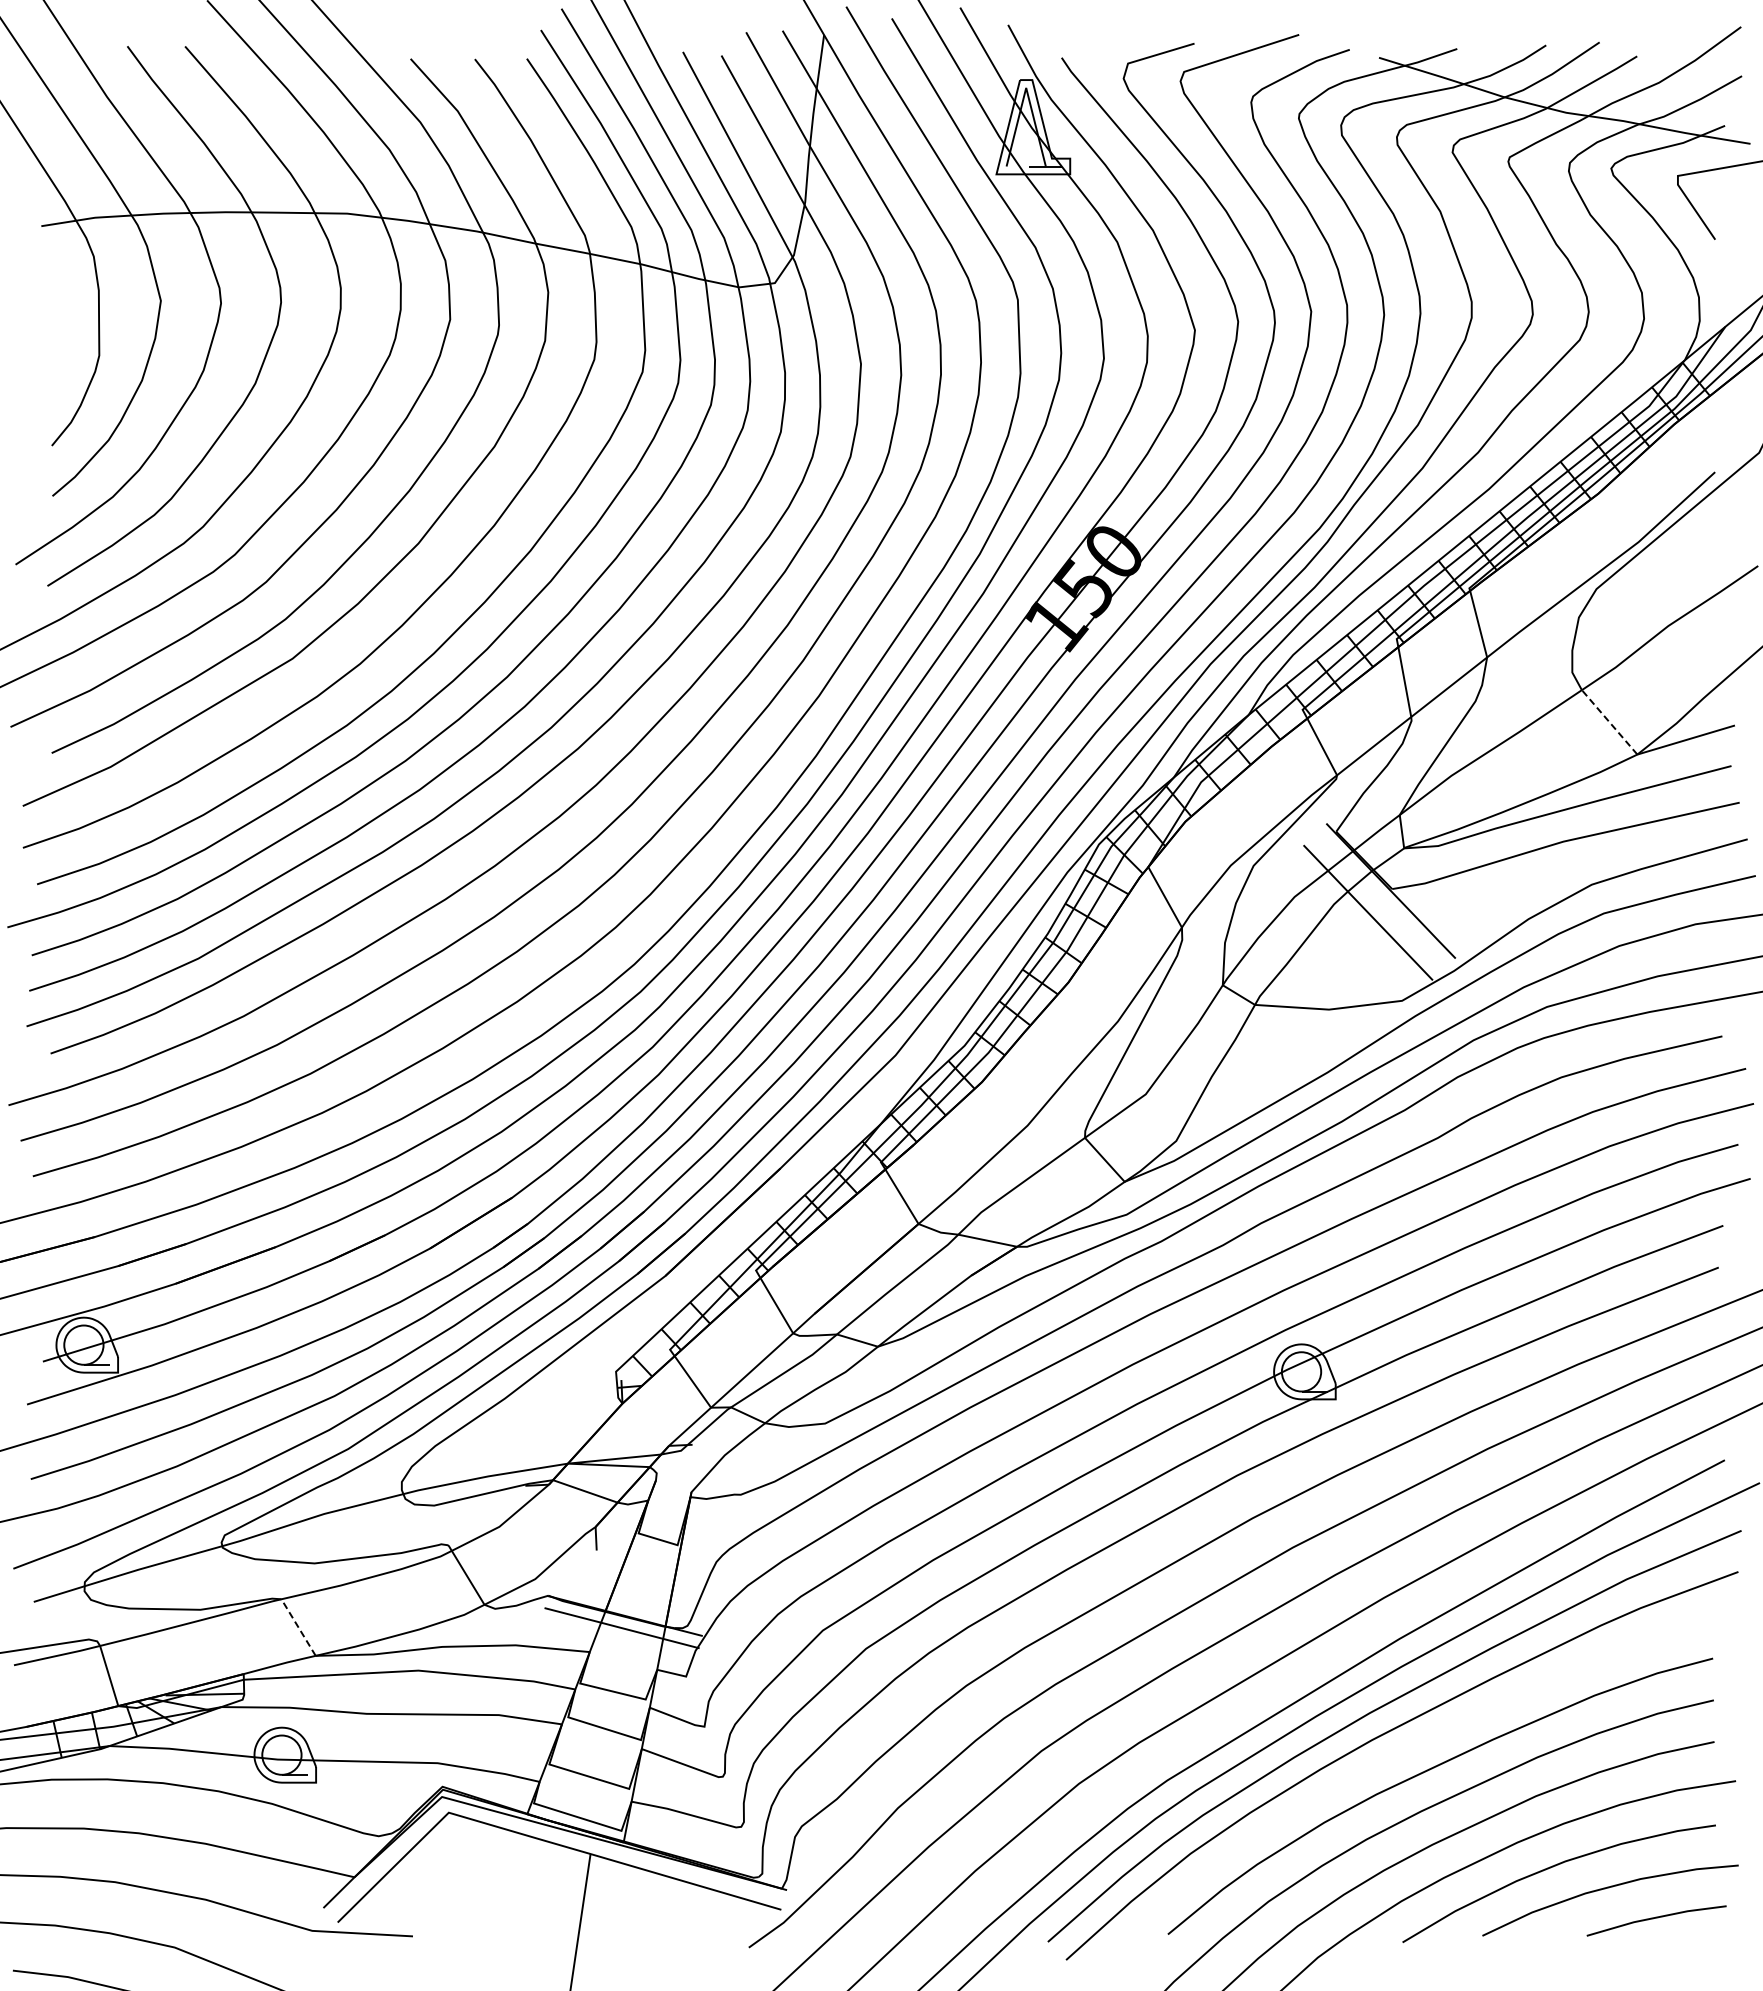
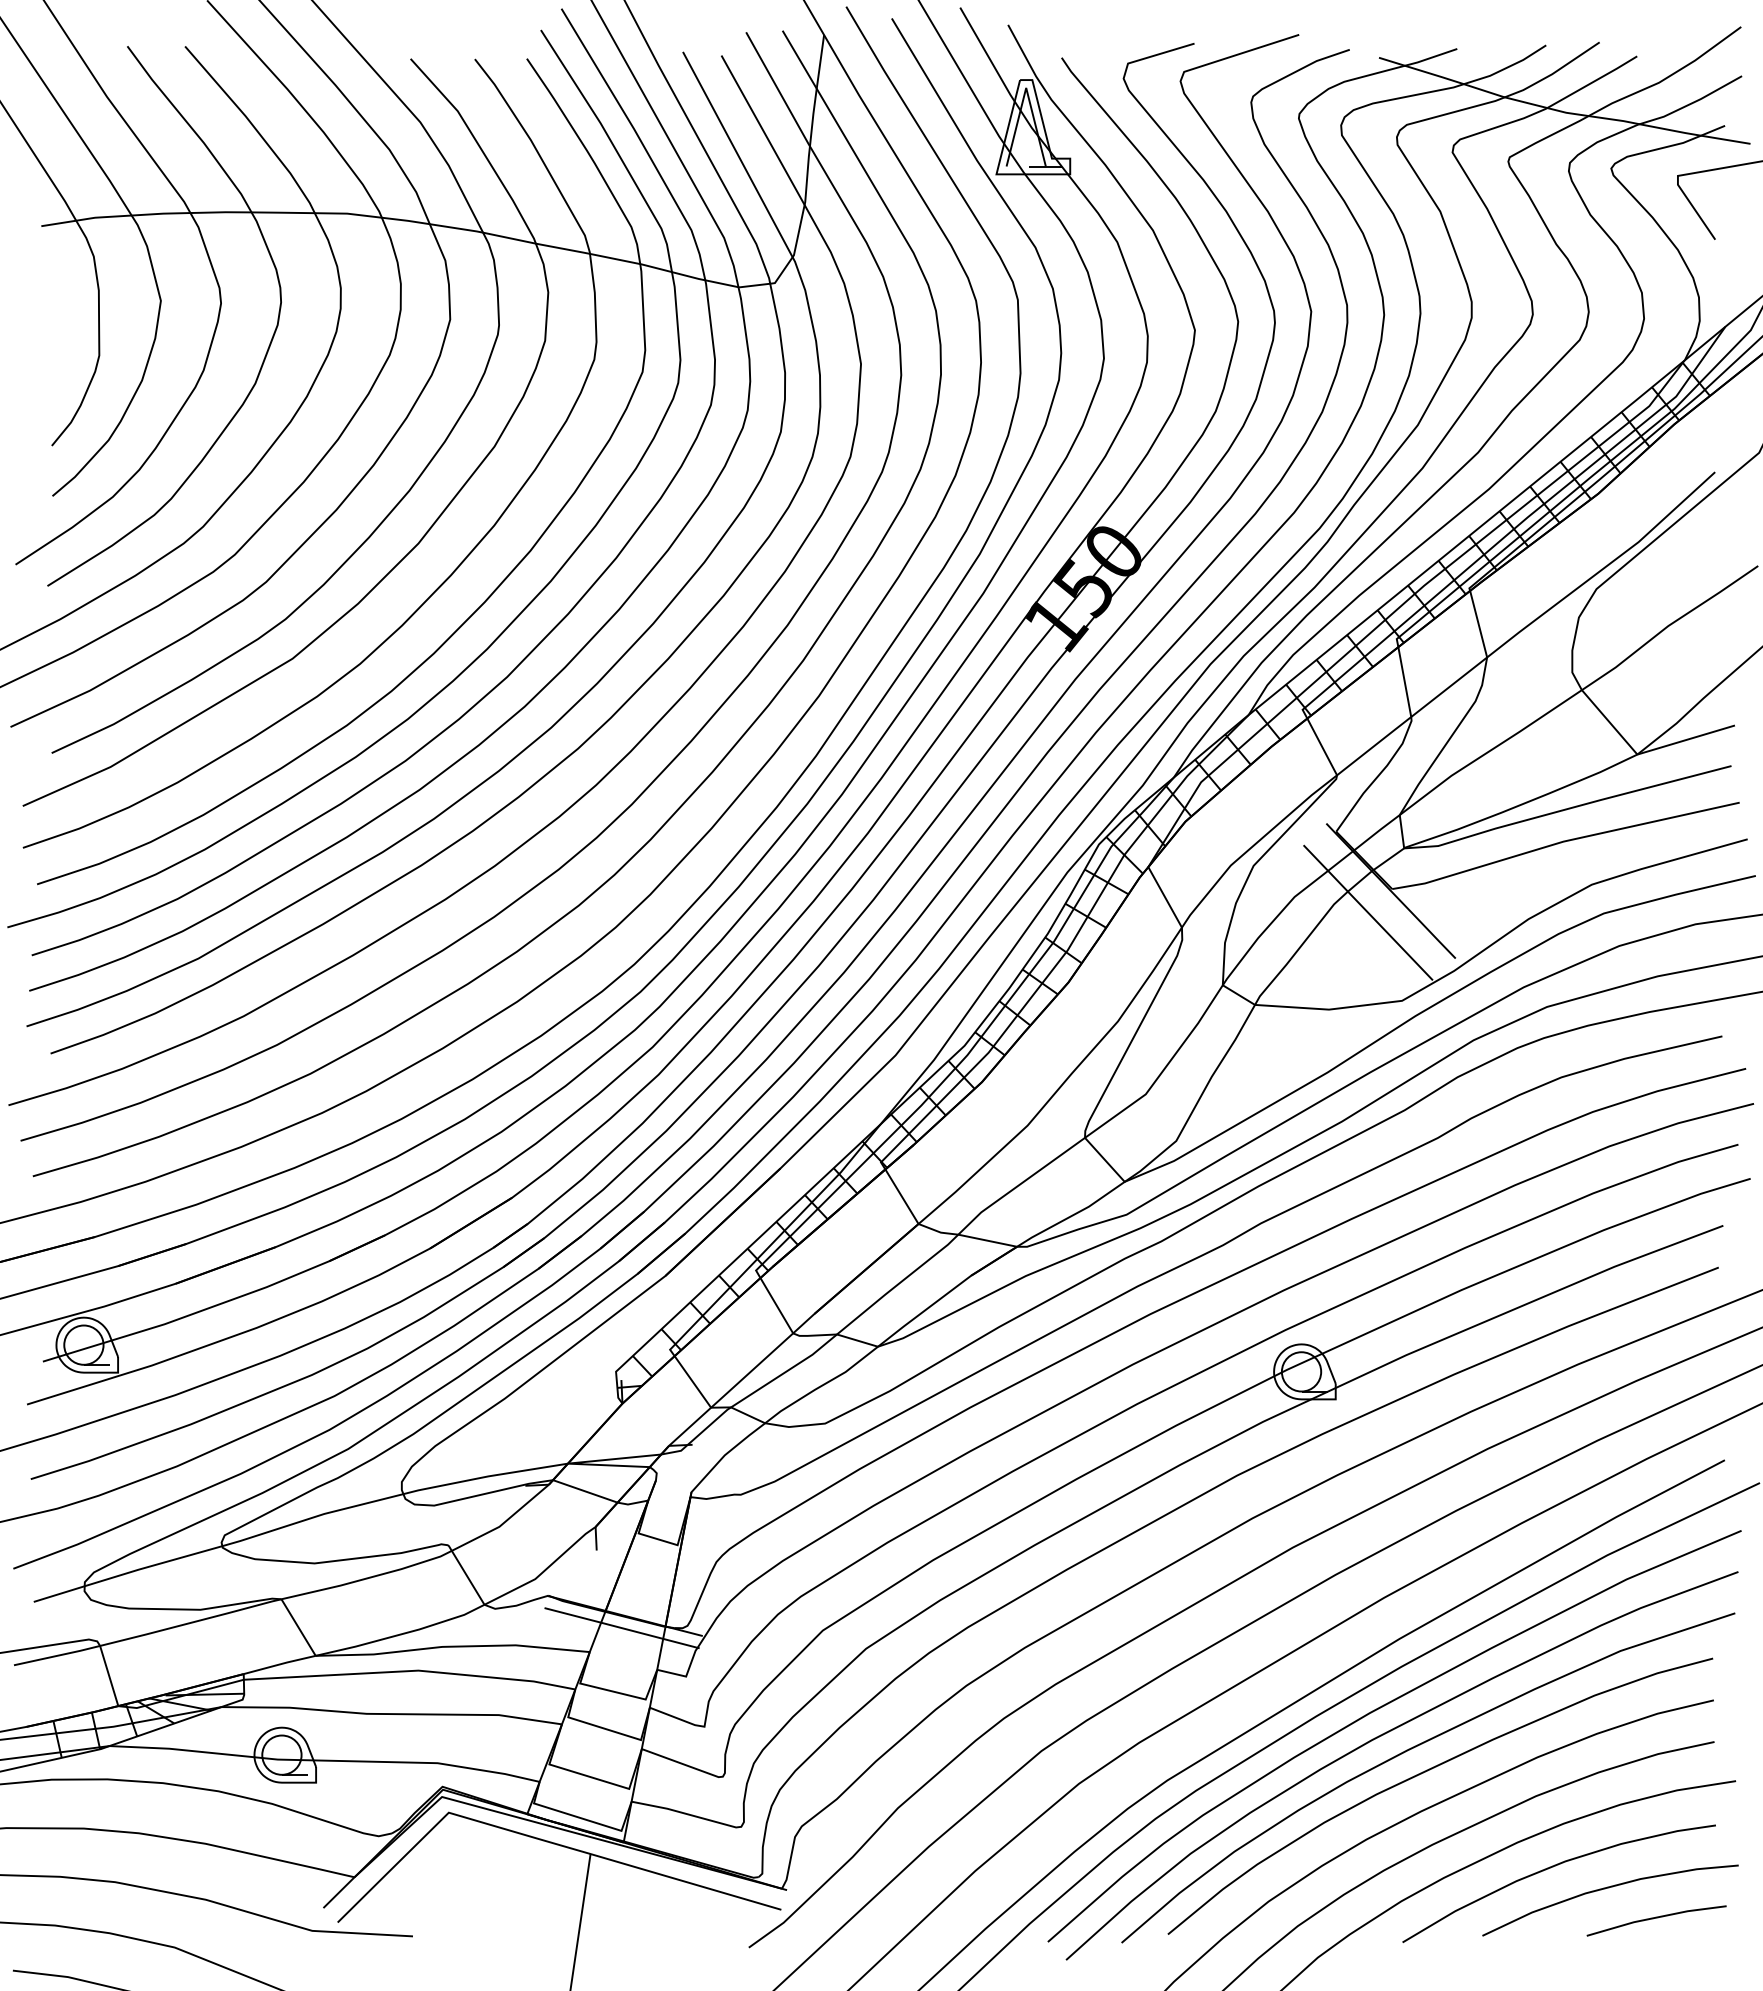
line at (1609, 722): dashed -> solid
line at (298, 1627): dashed -> solid
curve at (1416, 1747): none -> present
